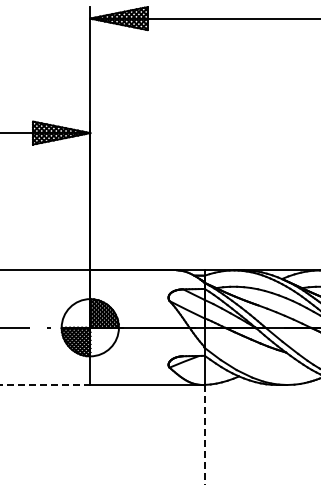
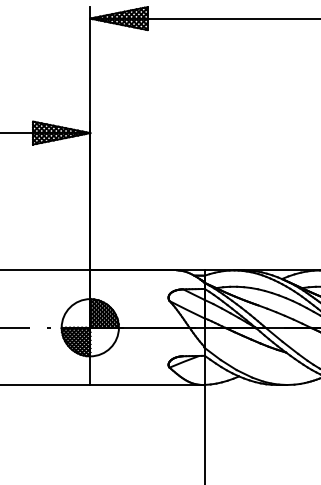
line at (45, 384): dashed -> solid
line at (204, 434): dashed -> solid
